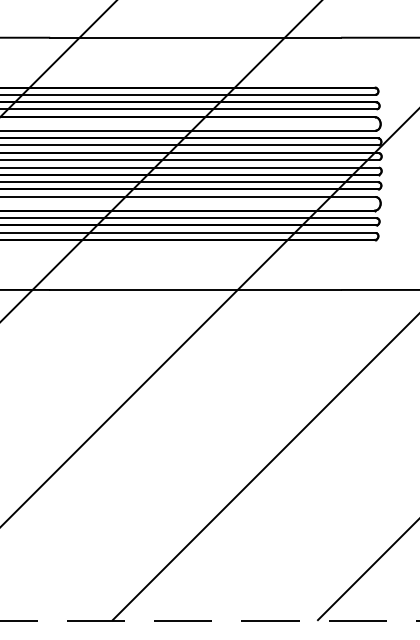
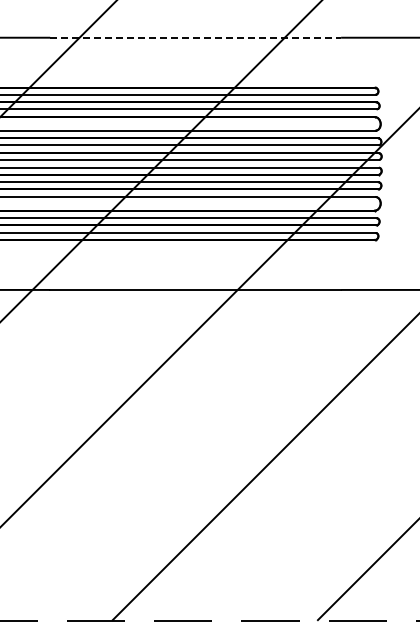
line at (196, 37): solid -> dashed
